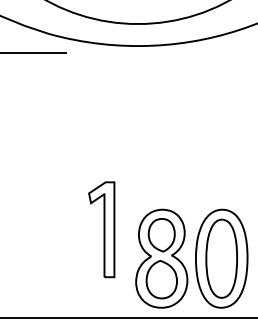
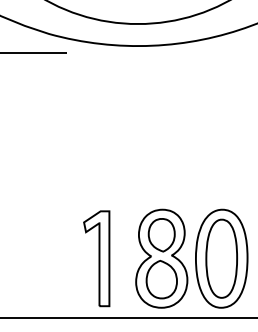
part at (101, 229) position: (101, 229) -> (96, 258)
